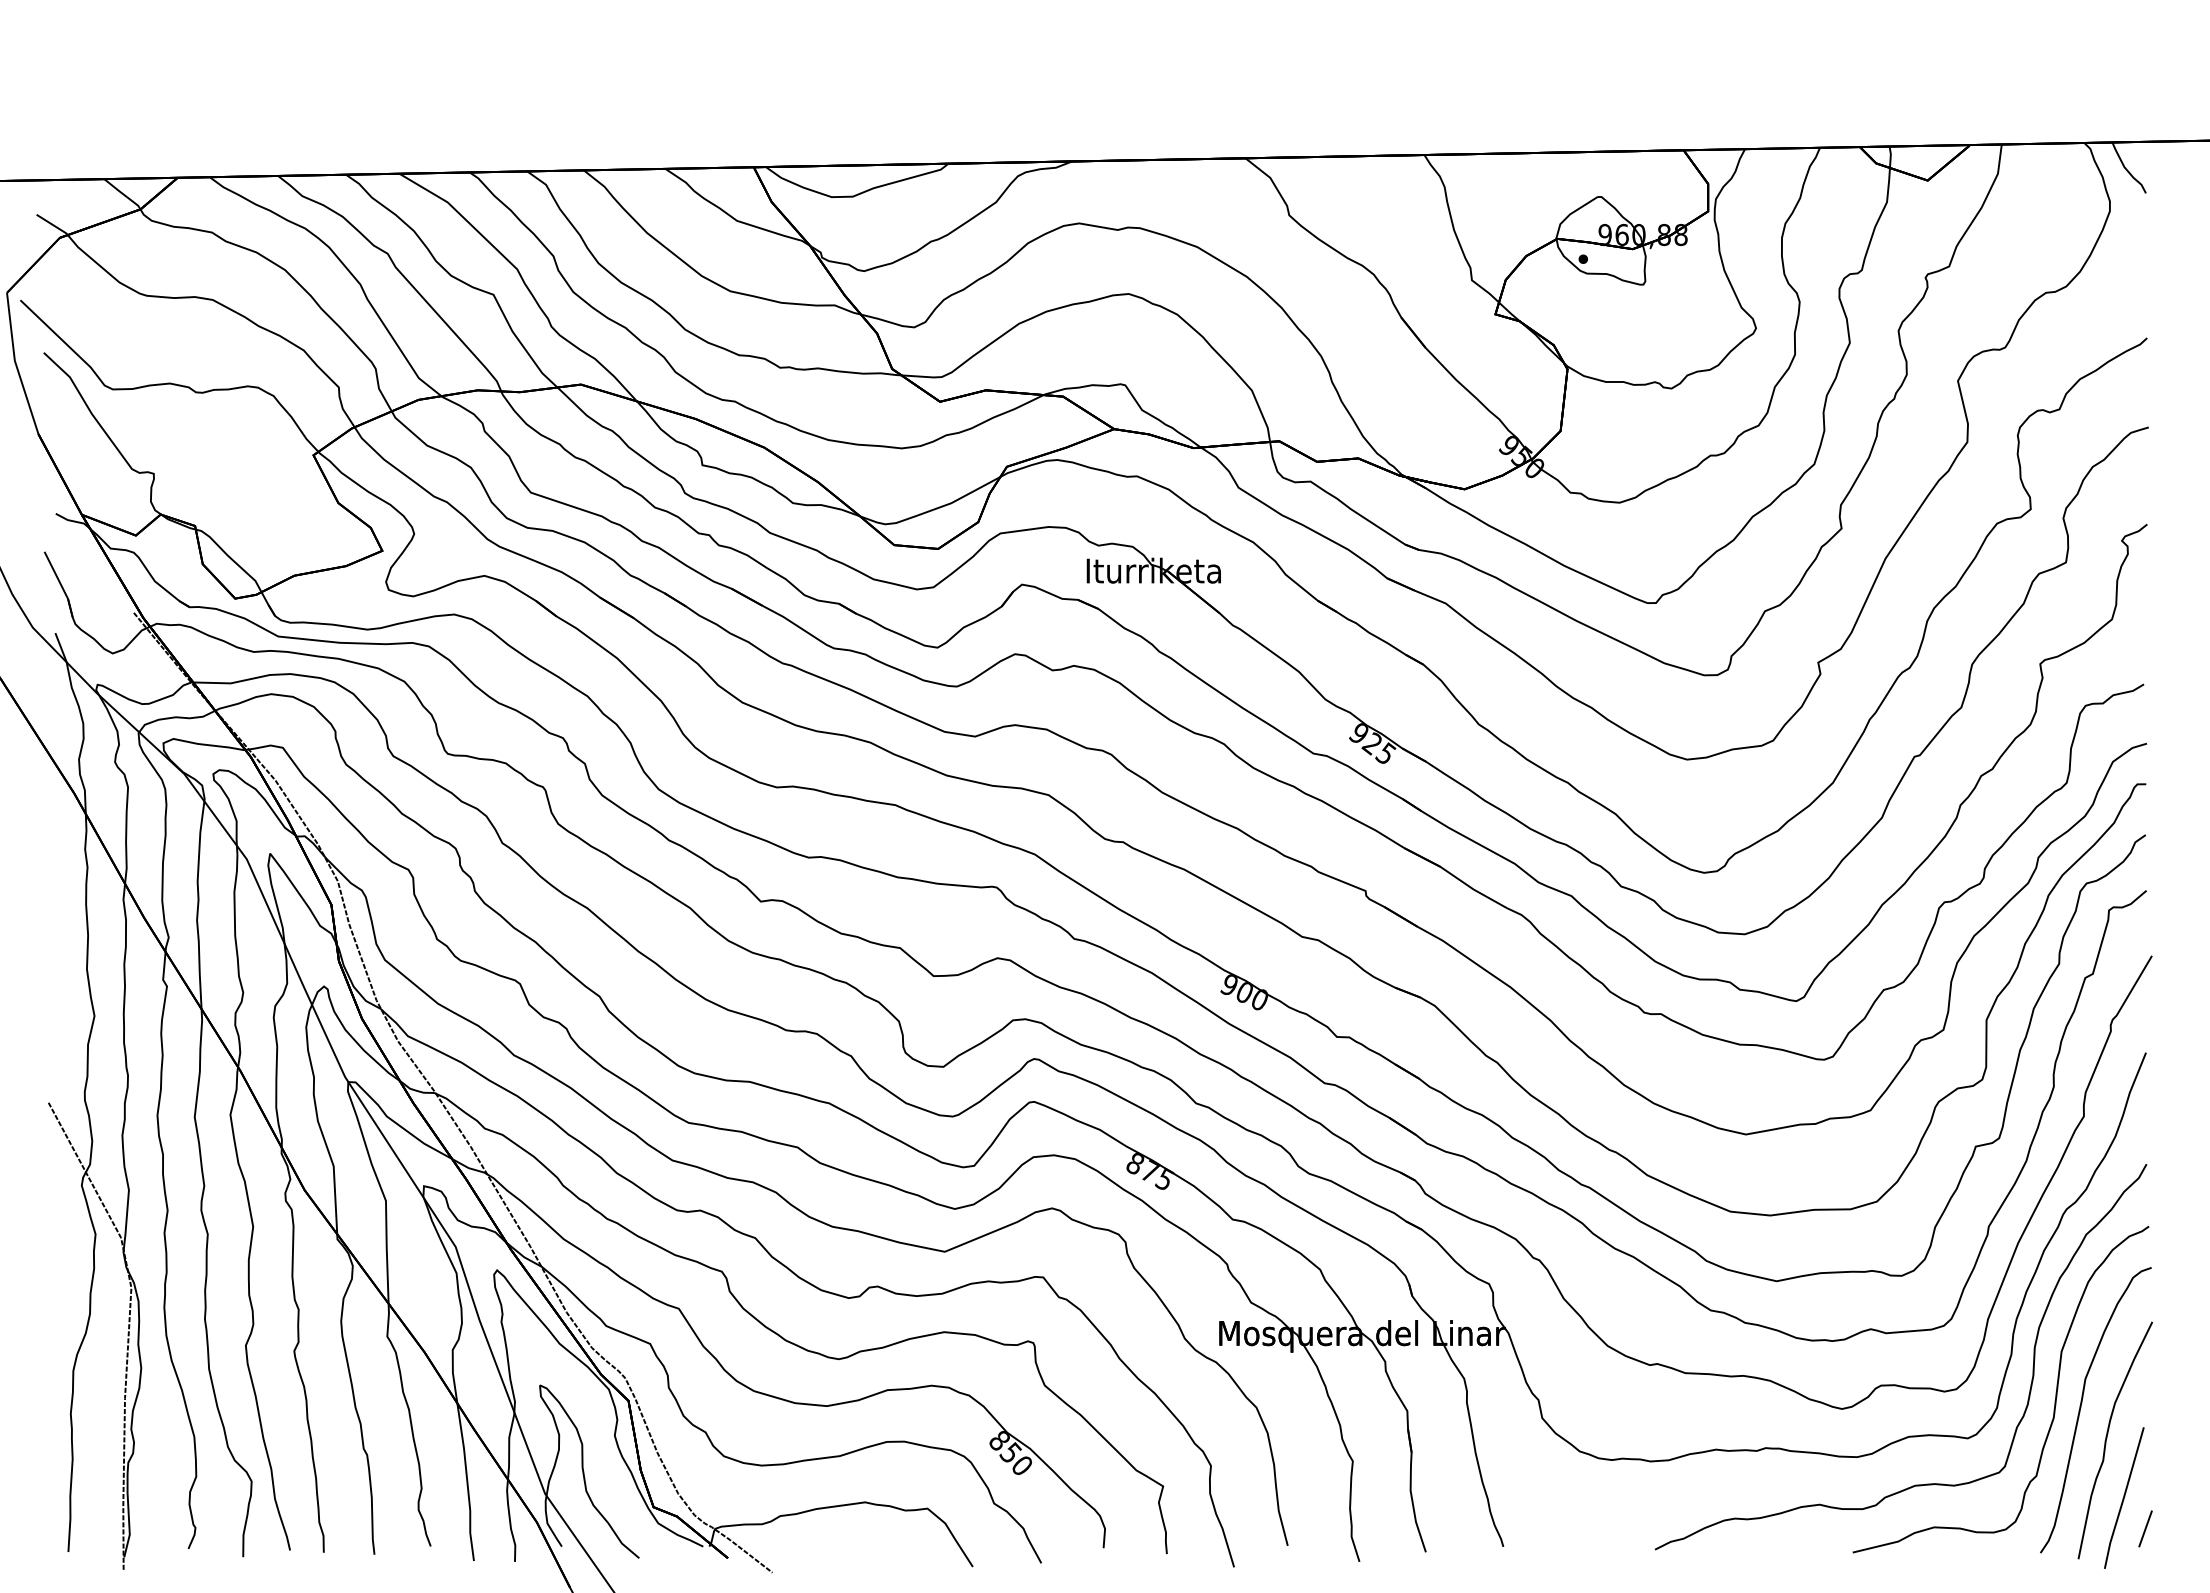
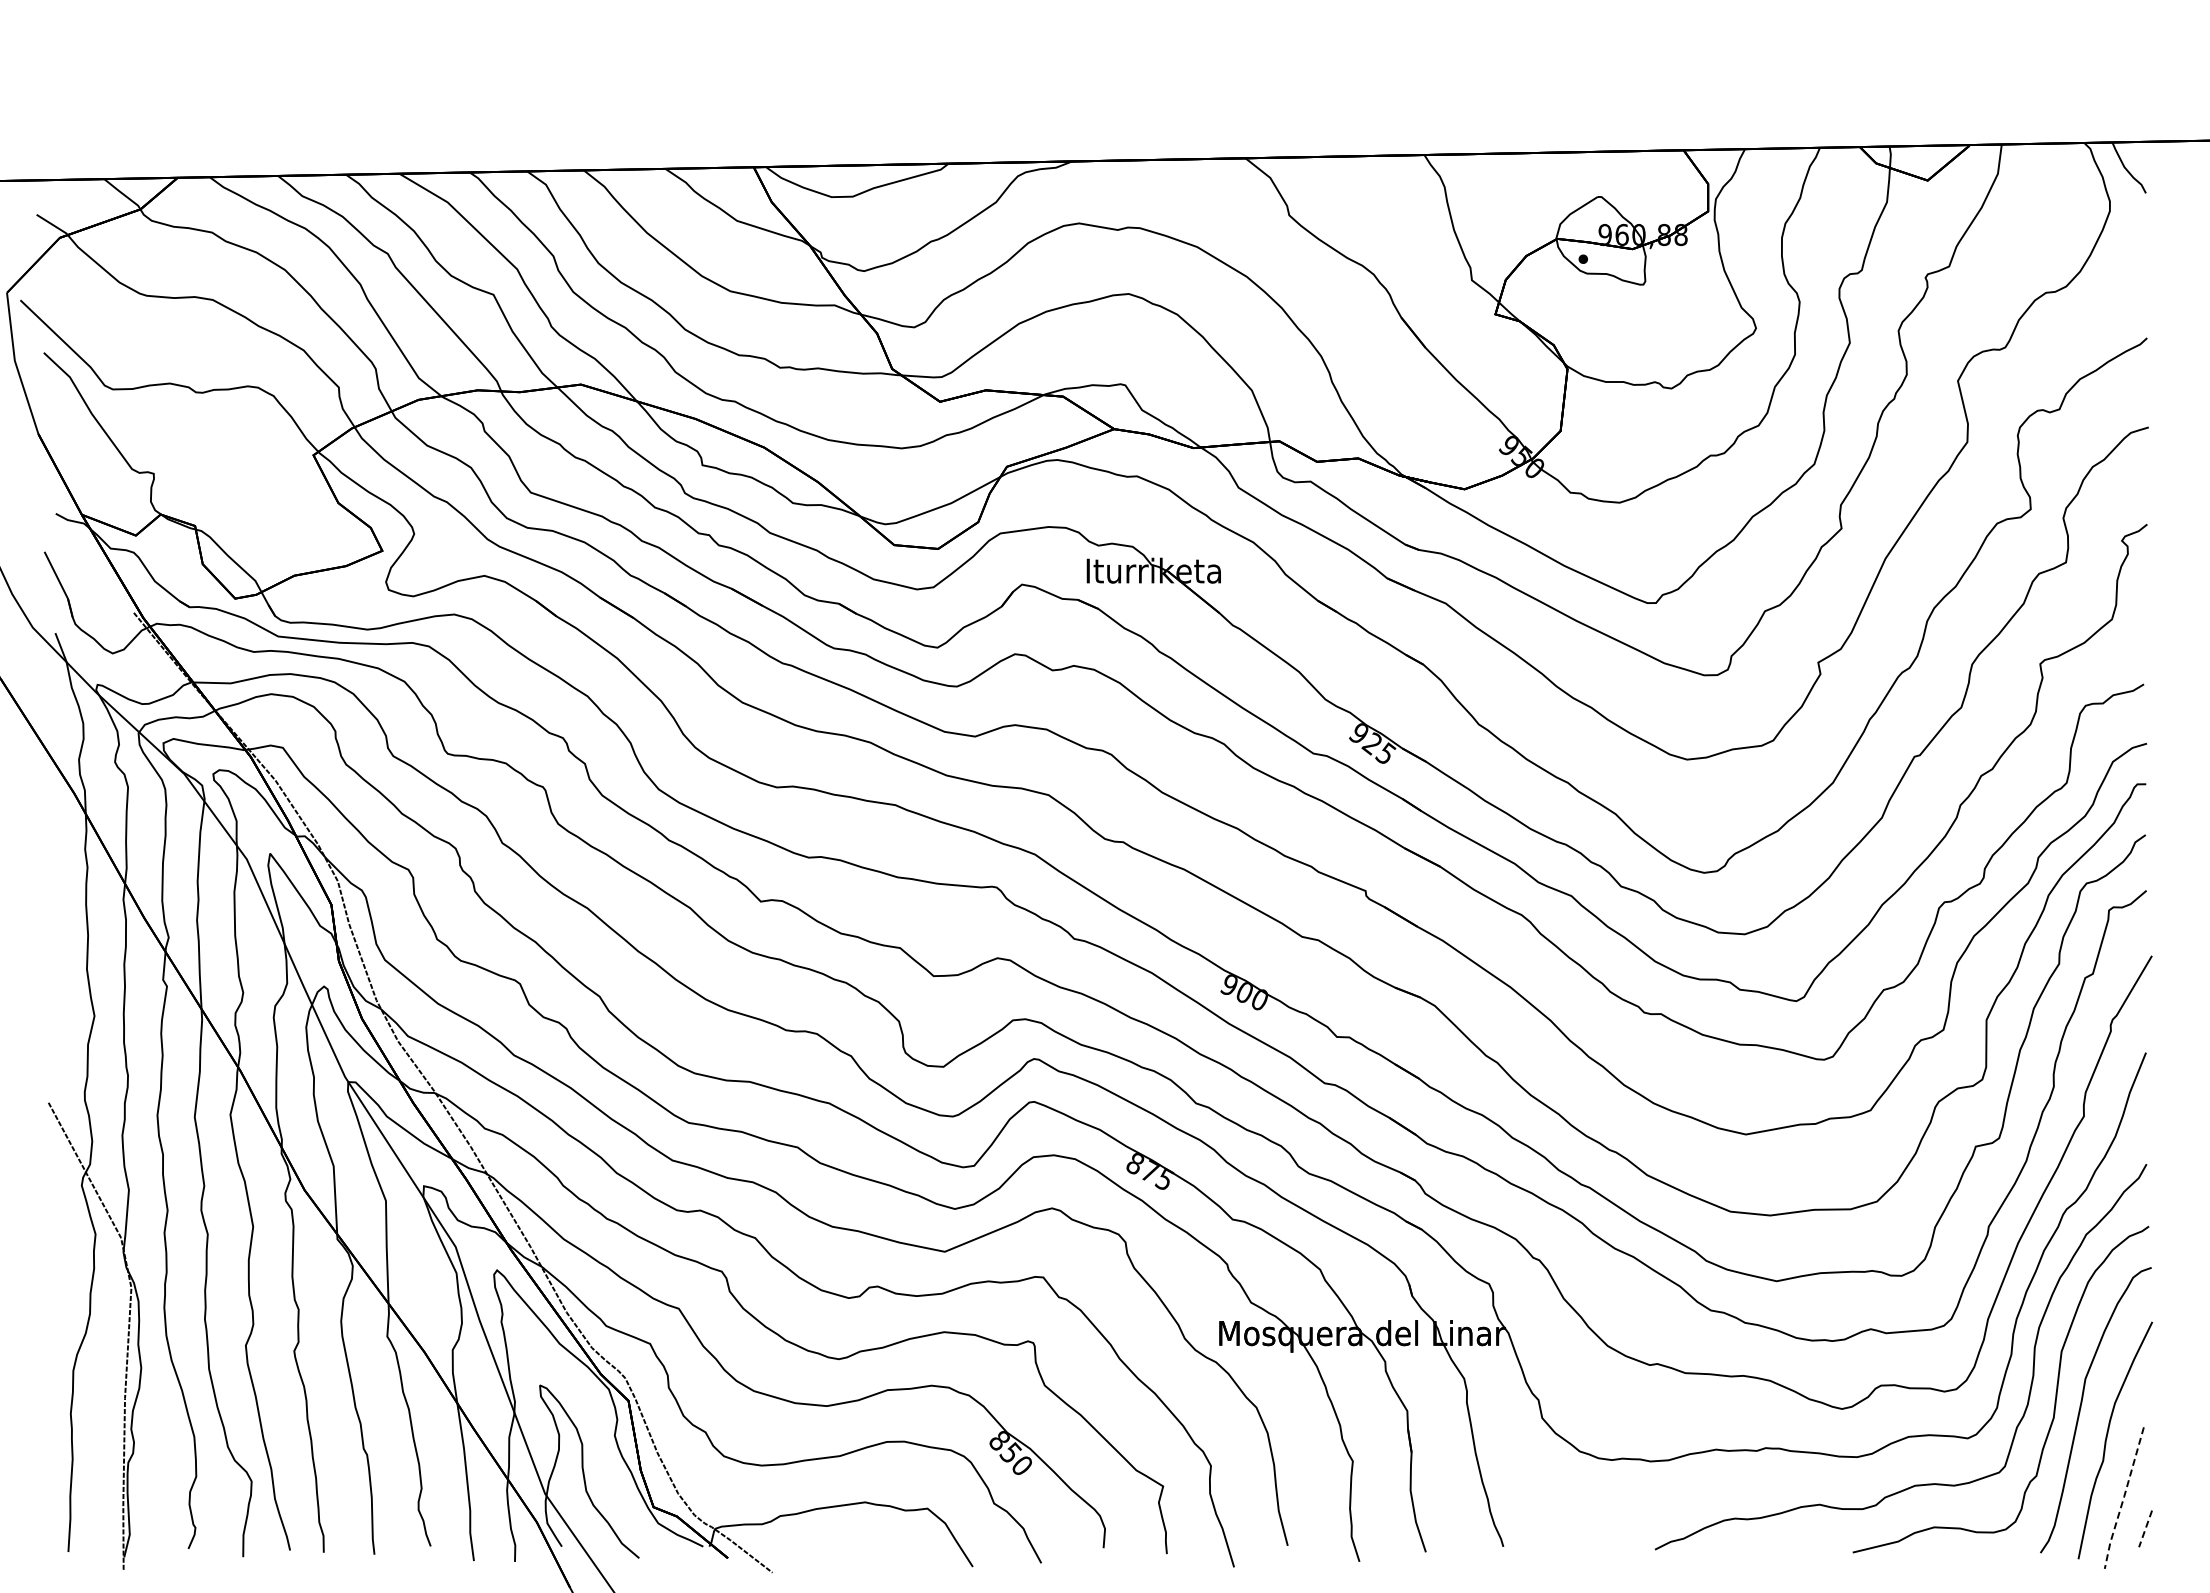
line at (2123, 1498): solid -> dashed
line at (2145, 1529): solid -> dashed
